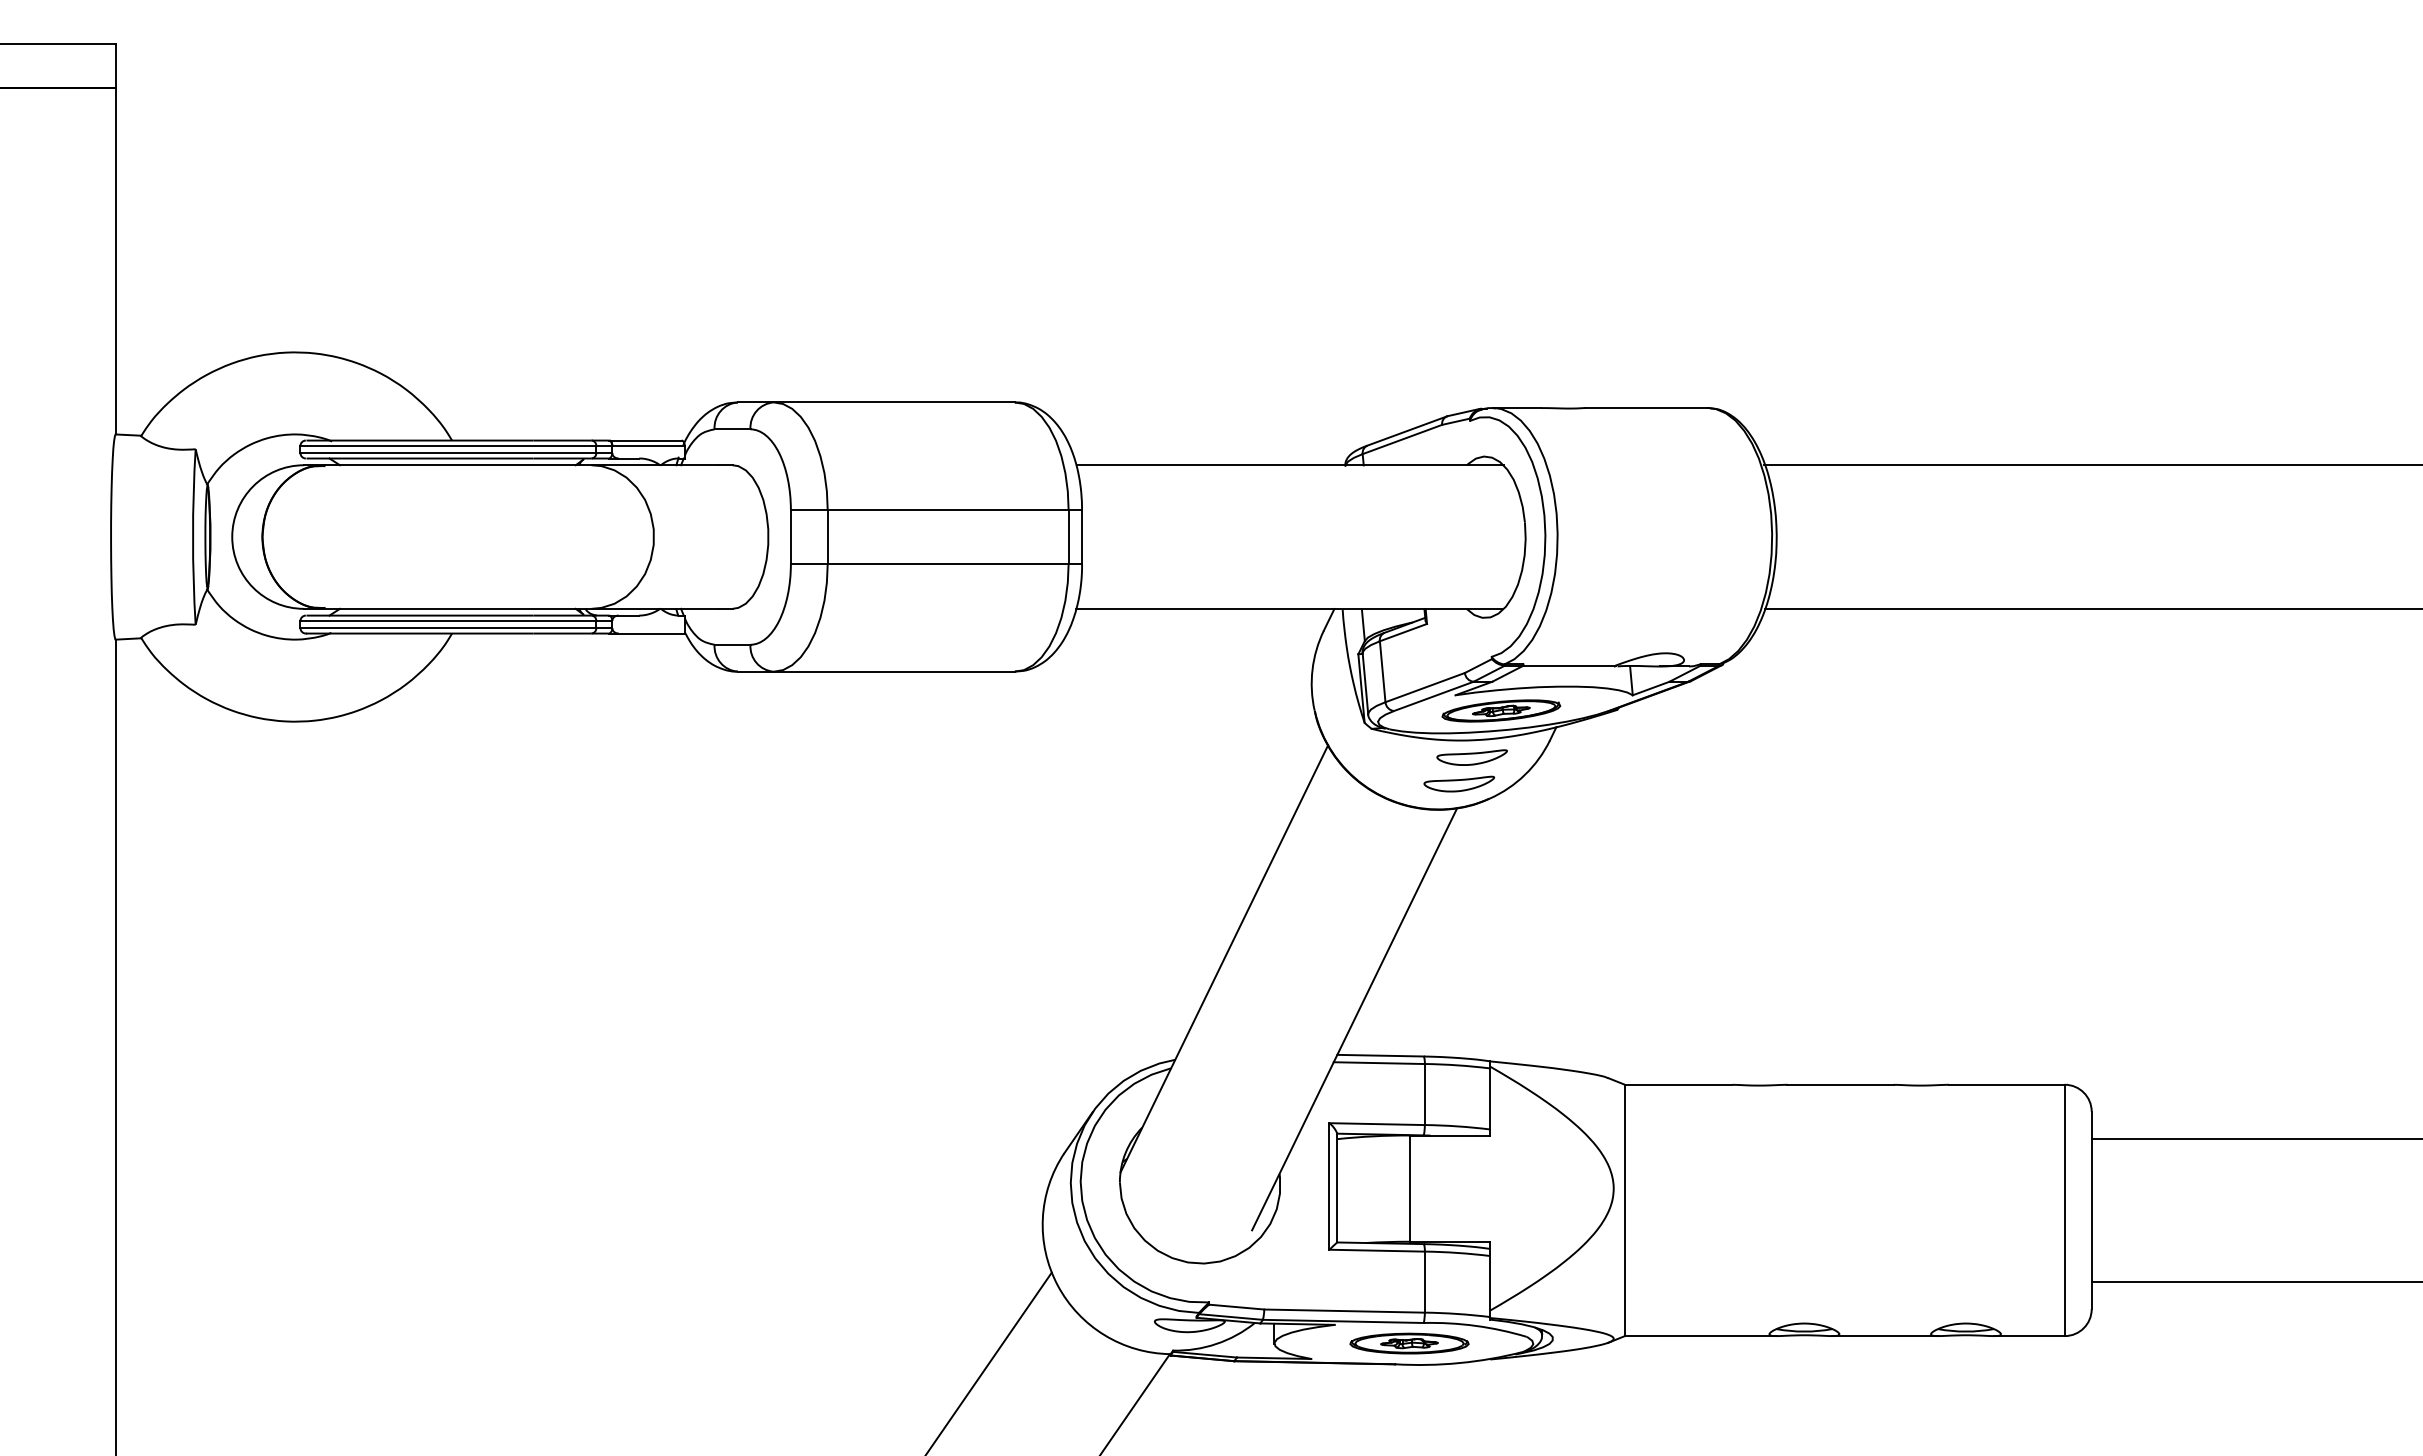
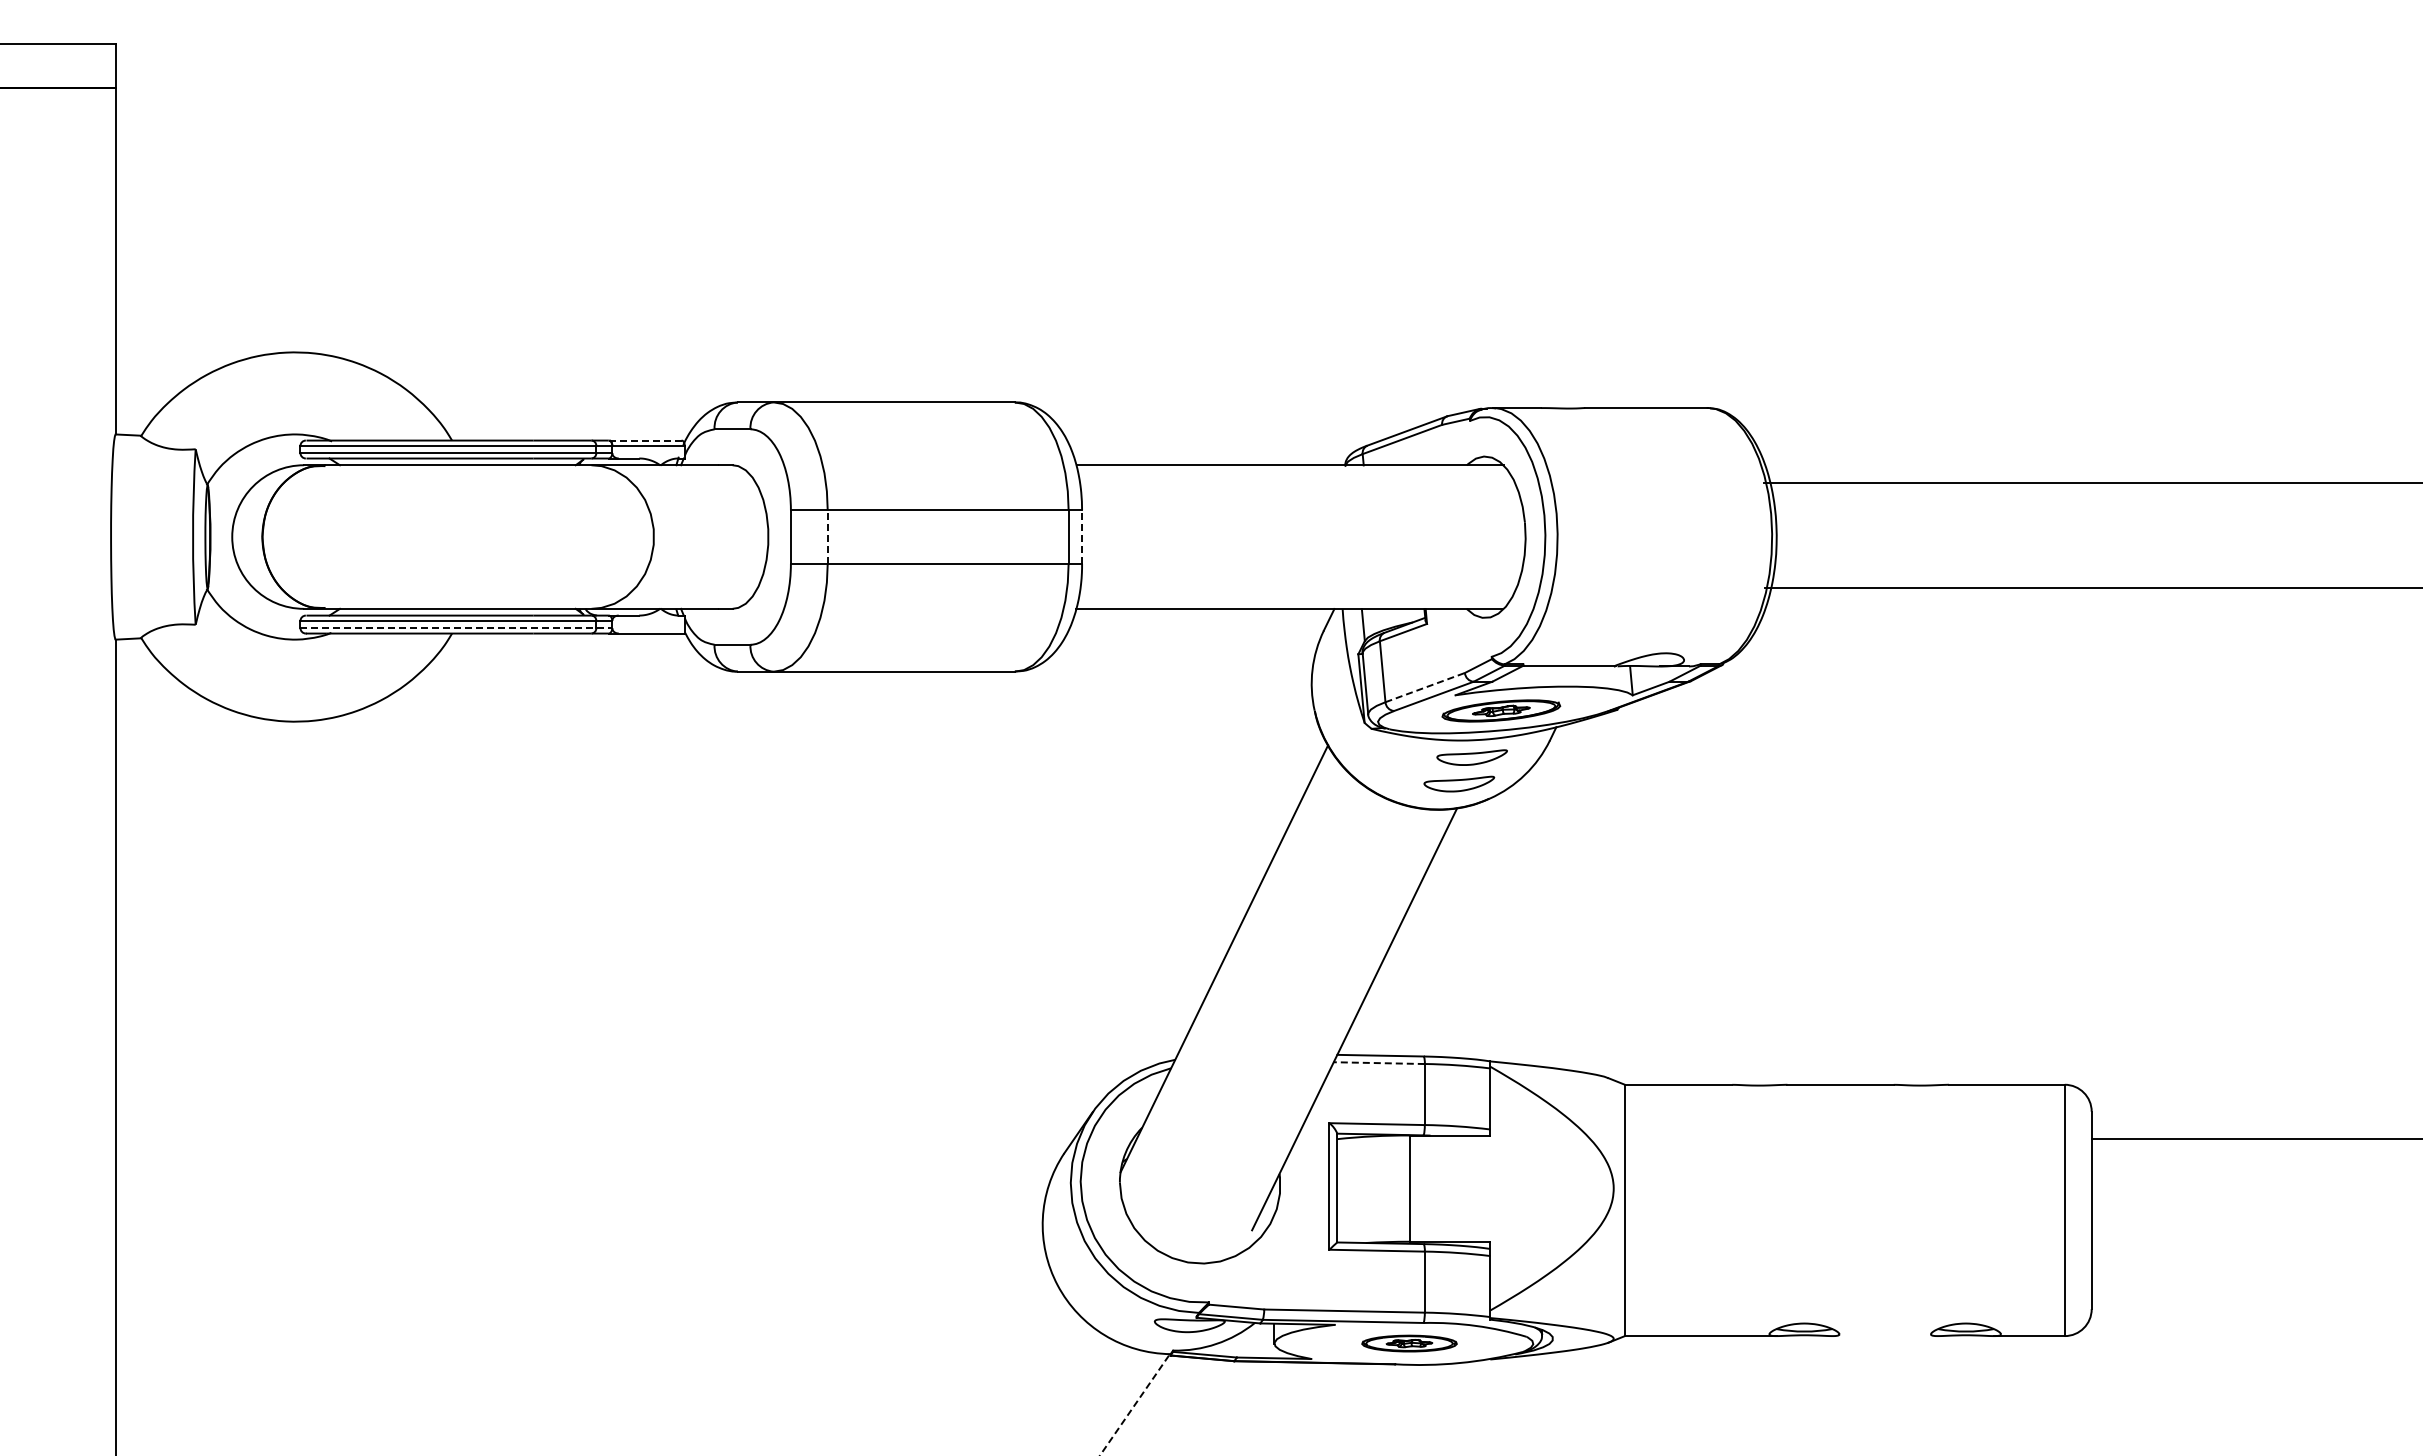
line at (644, 440): solid -> dashed
line at (2091, 465) position: (2091, 465) -> (2091, 483)
line at (827, 537): solid -> dashed
line at (1082, 537): solid -> dashed
line at (2091, 609) position: (2091, 609) -> (2091, 588)
line at (456, 628): solid -> dashed
line at (1425, 687): solid -> dashed
line at (1379, 1063): solid -> dashed
line at (2255, 1282): present -> none
line at (1885, 1336): present -> none
part at (1409, 1343) size: 121x23 px -> 97x19 px
line at (989, 1362): present -> none
line at (1135, 1404): solid -> dashed
